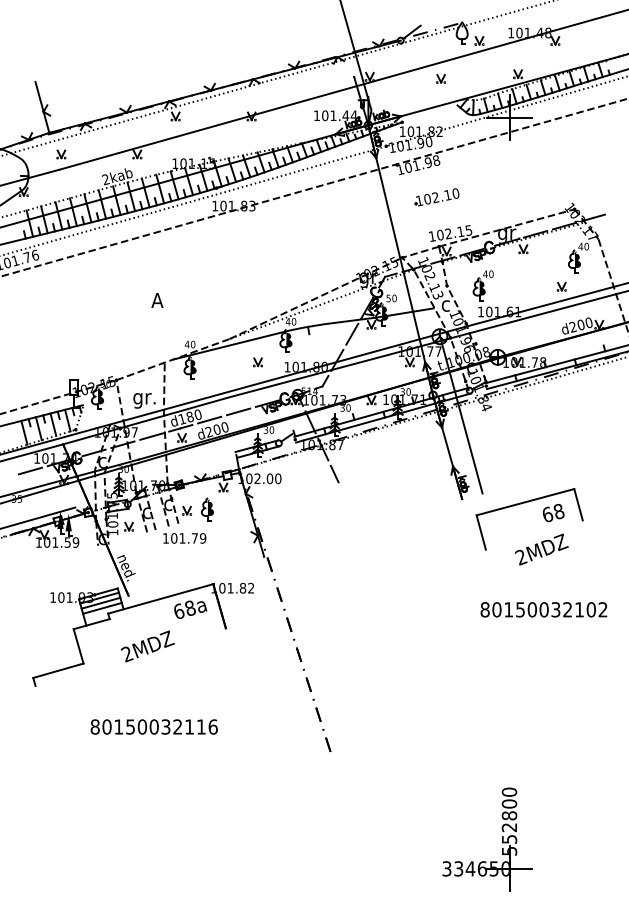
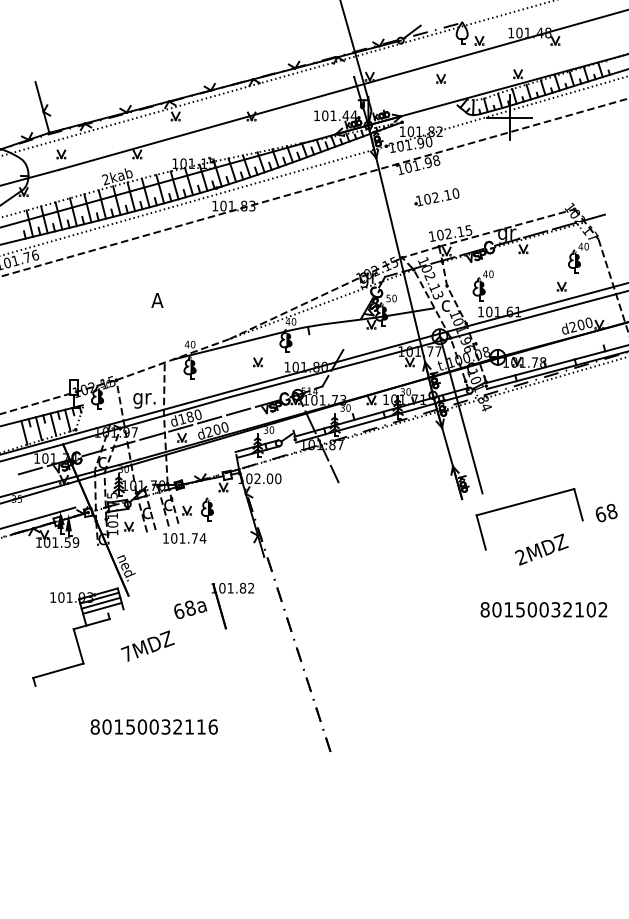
line at (352, 333): present -> none
text at (553, 513) position: (553, 513) -> (606, 513)
text at (202, 538): 101.79 -> 101.74
line at (160, 598): present -> none
text at (126, 653): 2MDZ -> 7MDZ
part at (502, 839): present -> none
